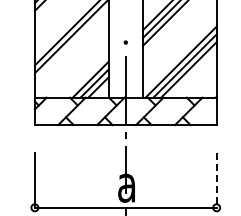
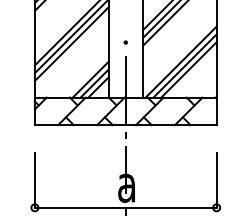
line at (71, 44): none -> present
line at (216, 180): dashed -> solid
